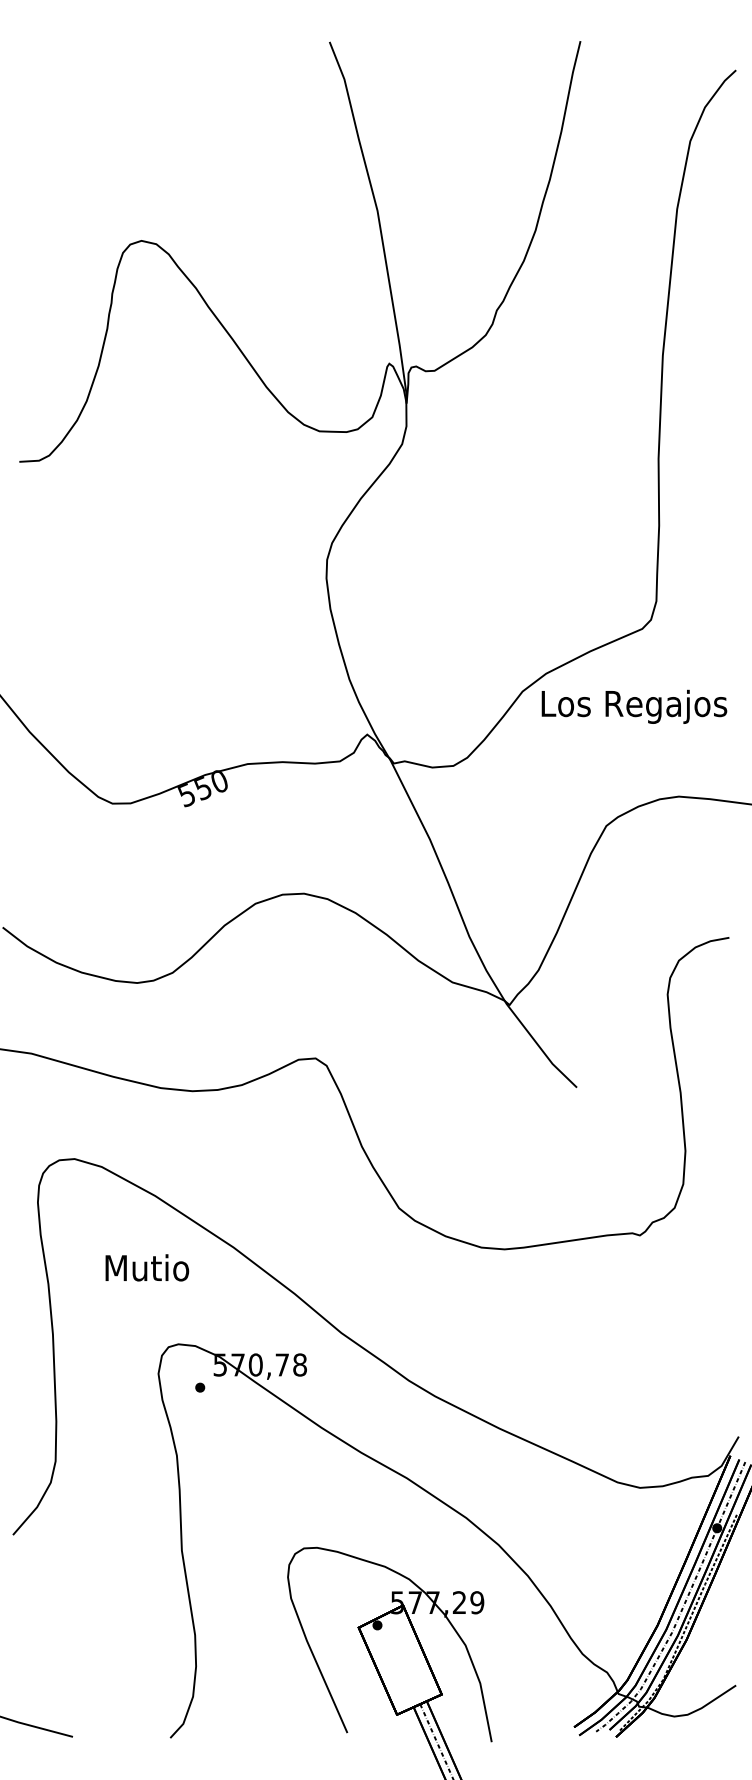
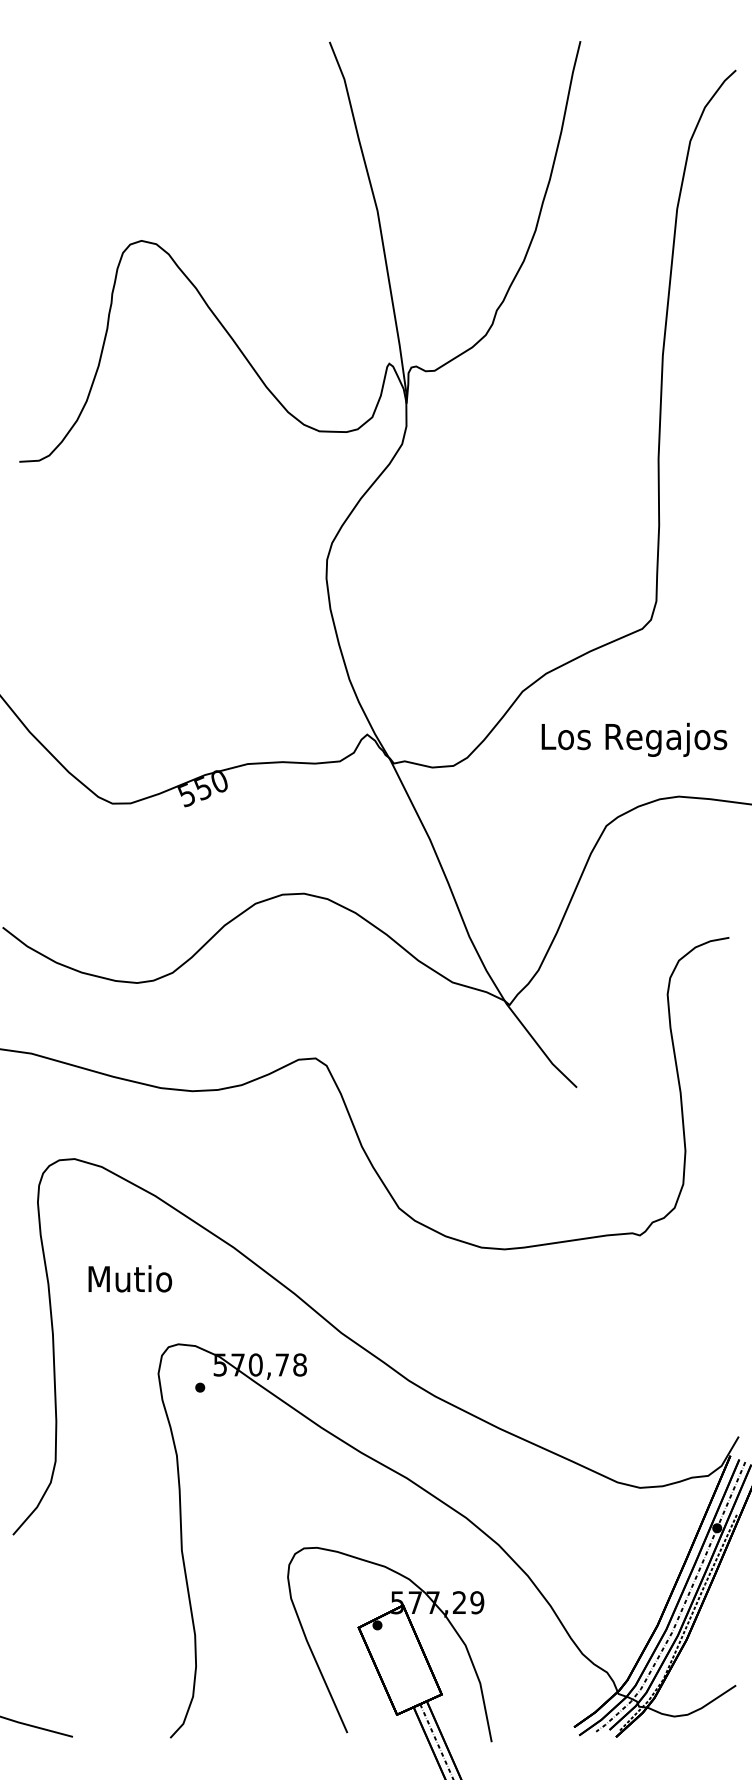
text at (634, 706) position: (634, 706) -> (634, 739)
text at (147, 1267) position: (147, 1267) -> (130, 1278)
